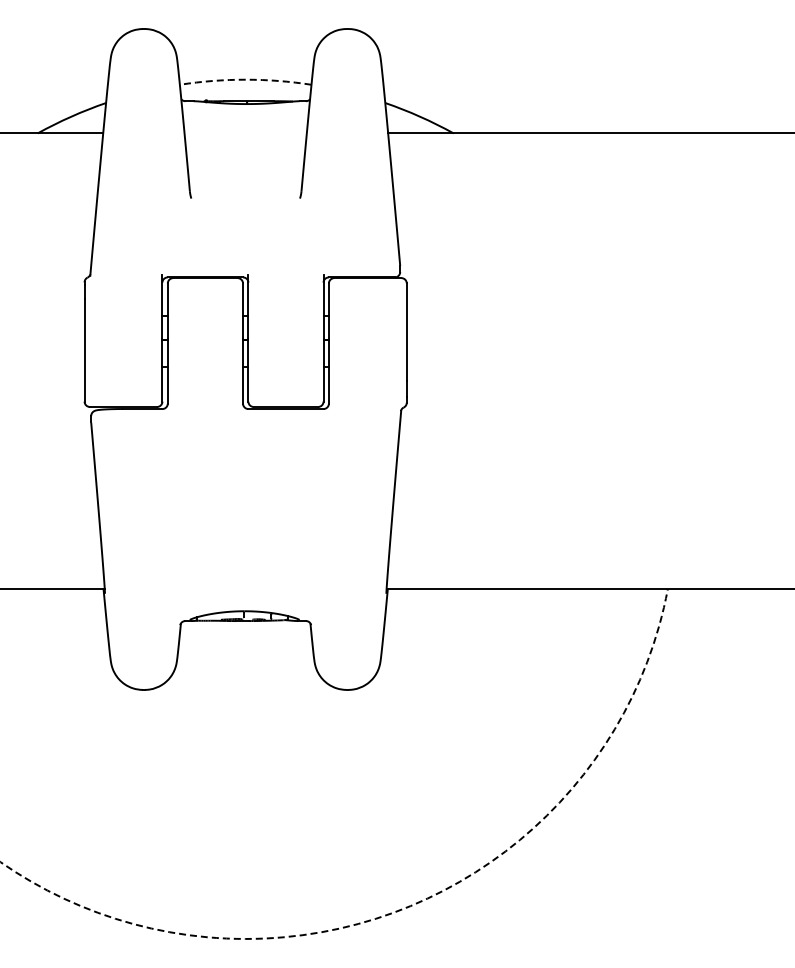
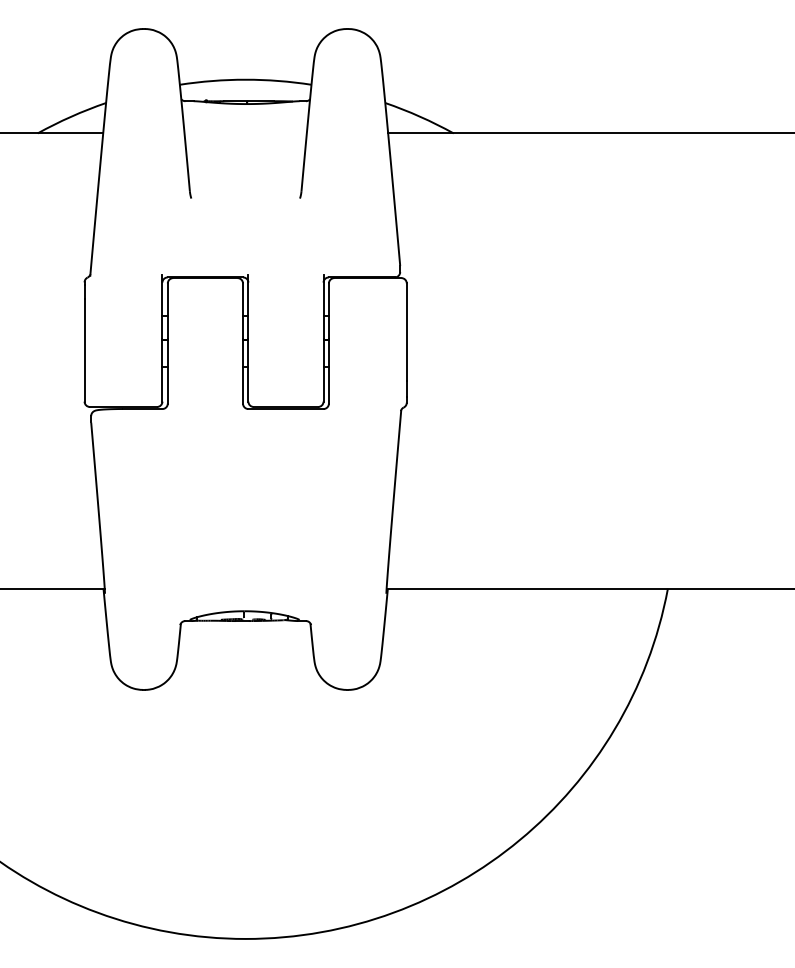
arc at (245, 79): dashed -> solid
arc at (409, 906): dashed -> solid
